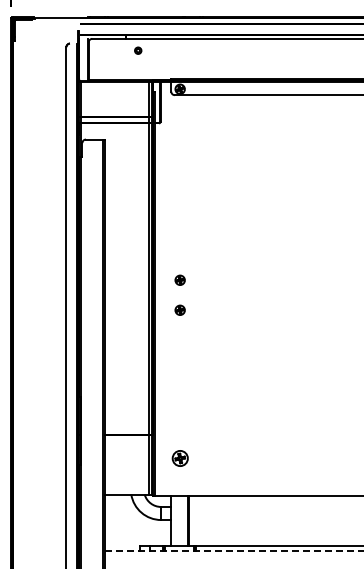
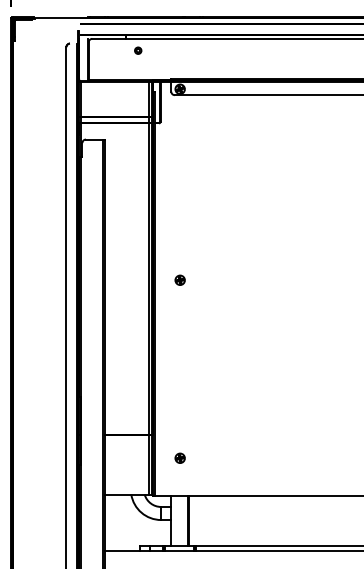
part at (179, 309): present -> none
part at (179, 458) size: 18x17 px -> 12x12 px
line at (234, 551): dashed -> solid
